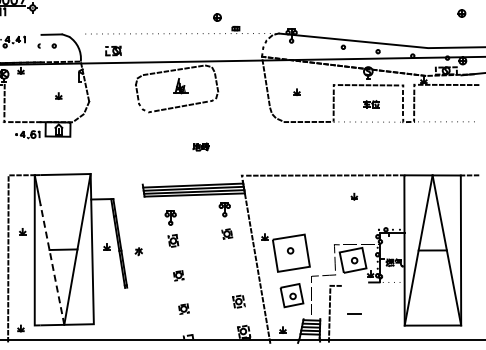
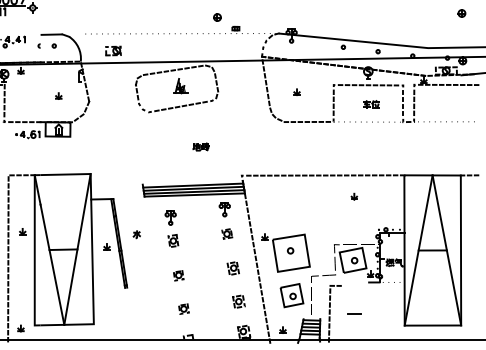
part at (138, 251) position: (138, 251) -> (136, 234)
line at (52, 264): dashed -> solid
part at (232, 268): none -> present
